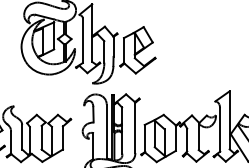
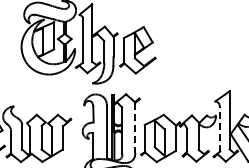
line at (135, 128): solid -> dashed
line at (220, 129): solid -> dashed
